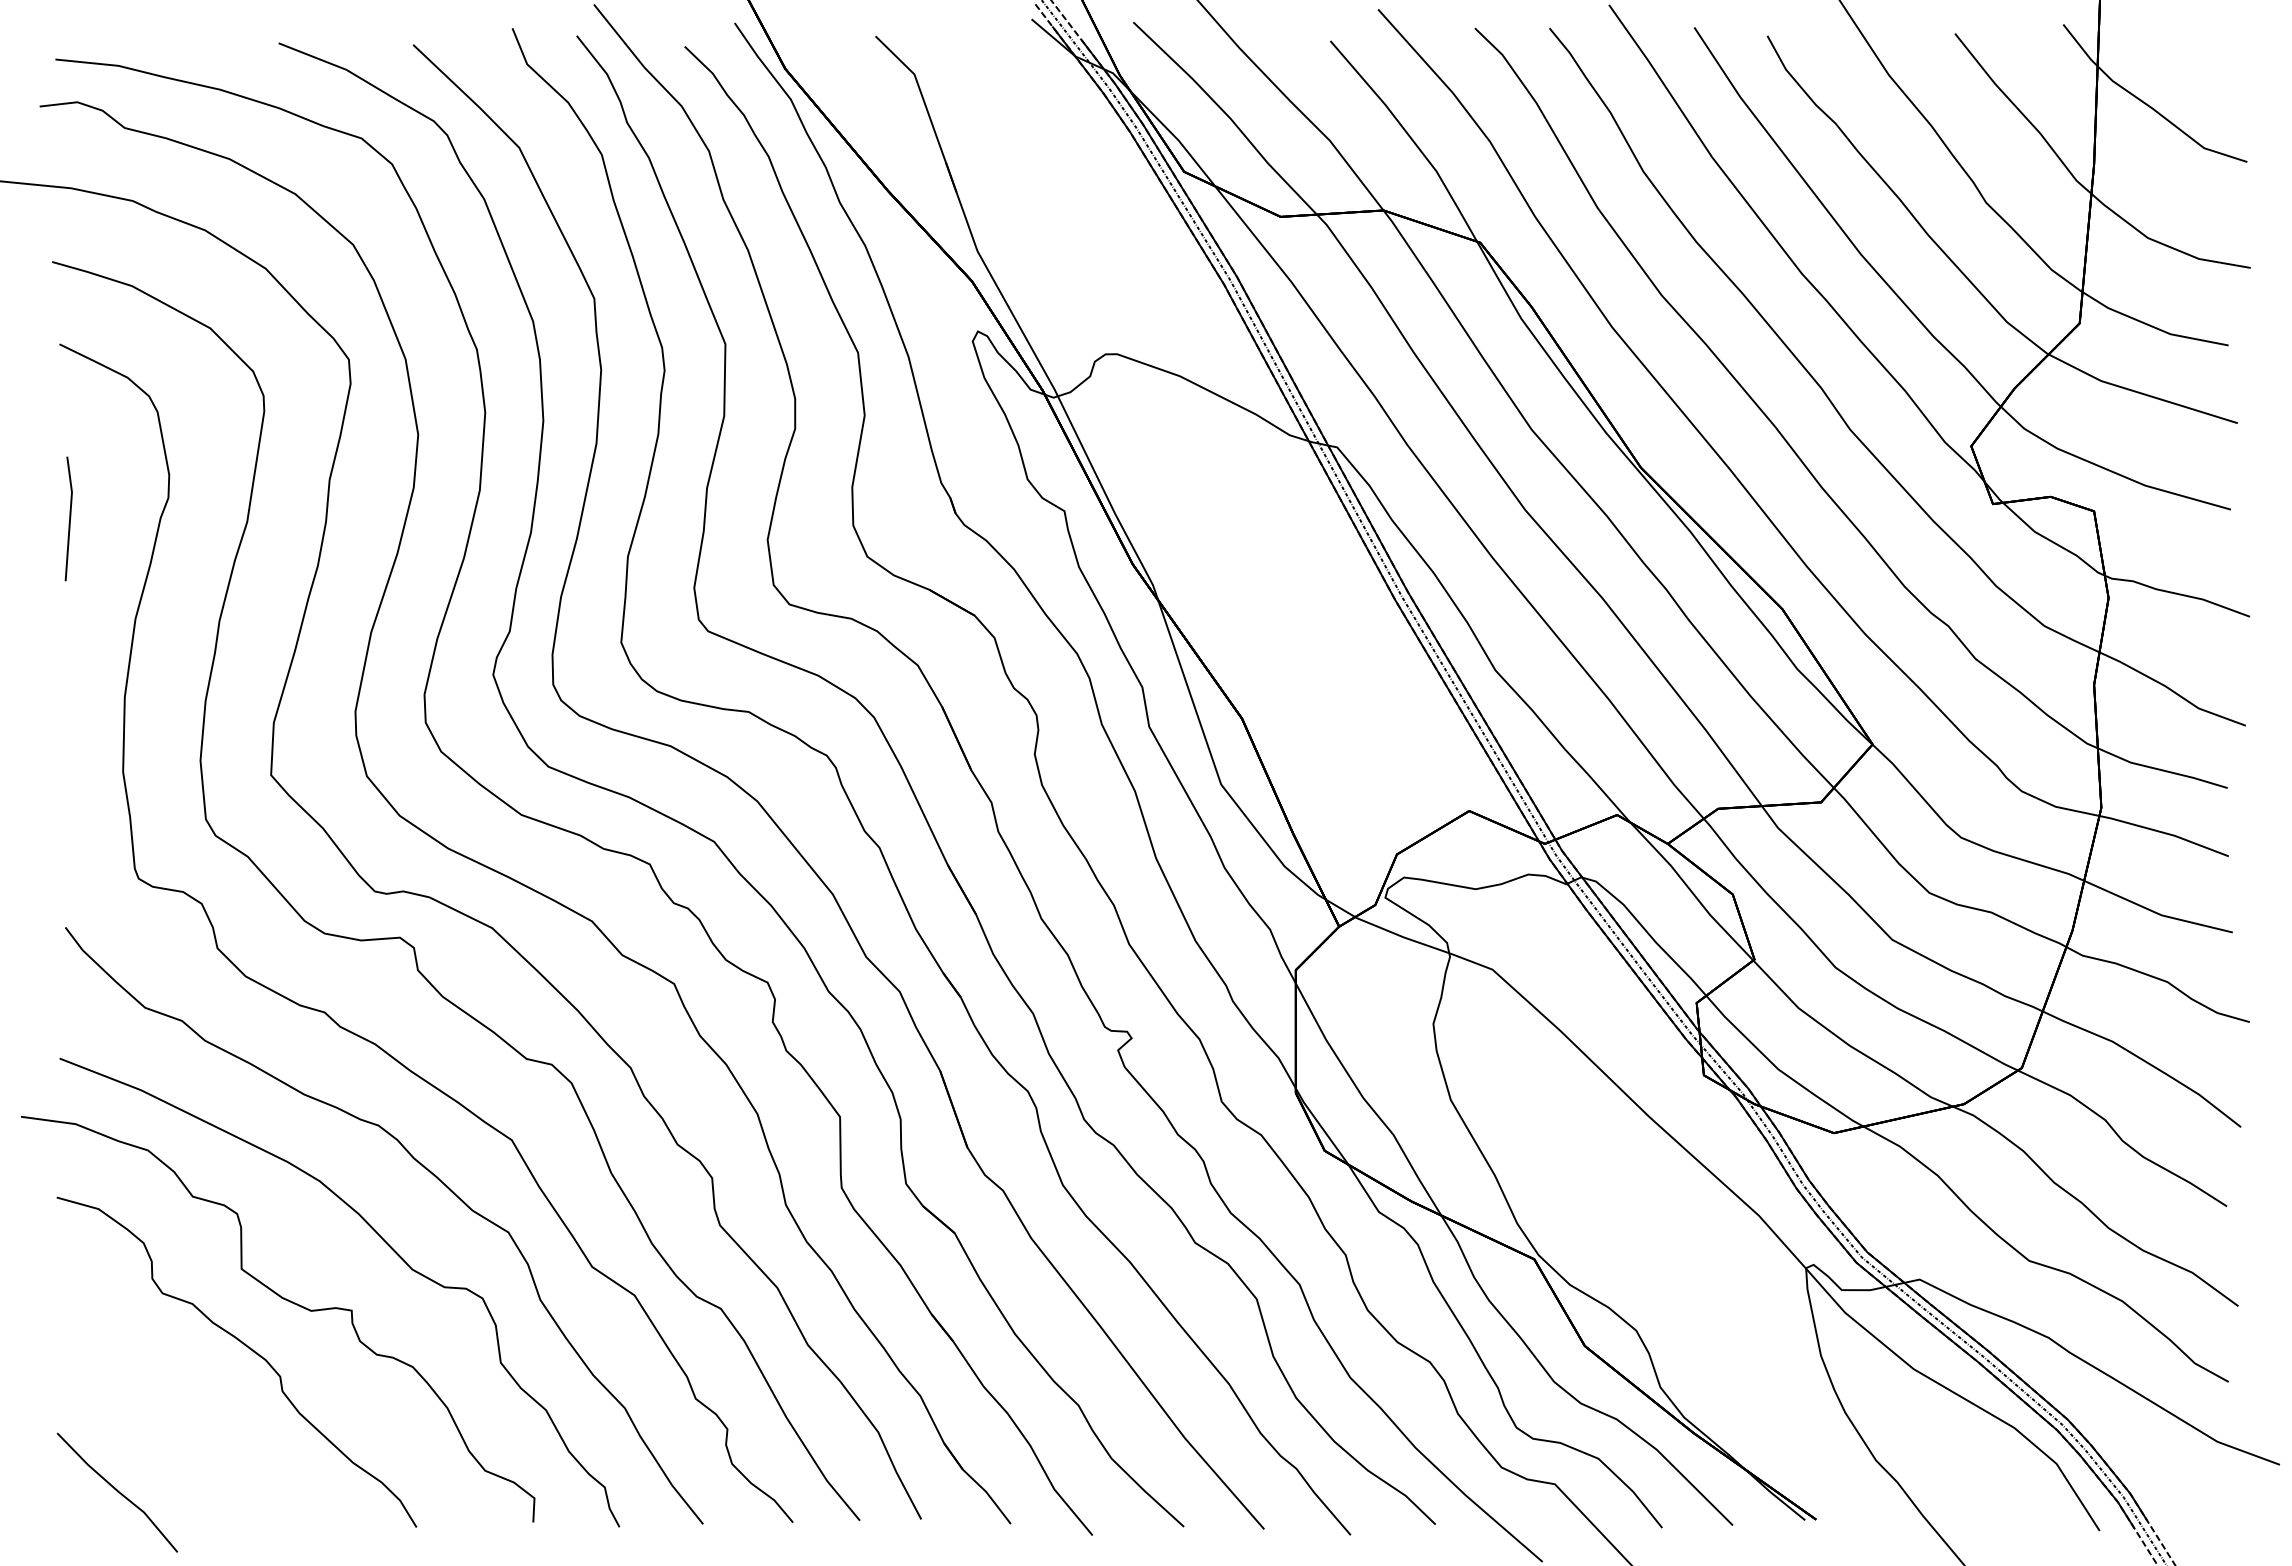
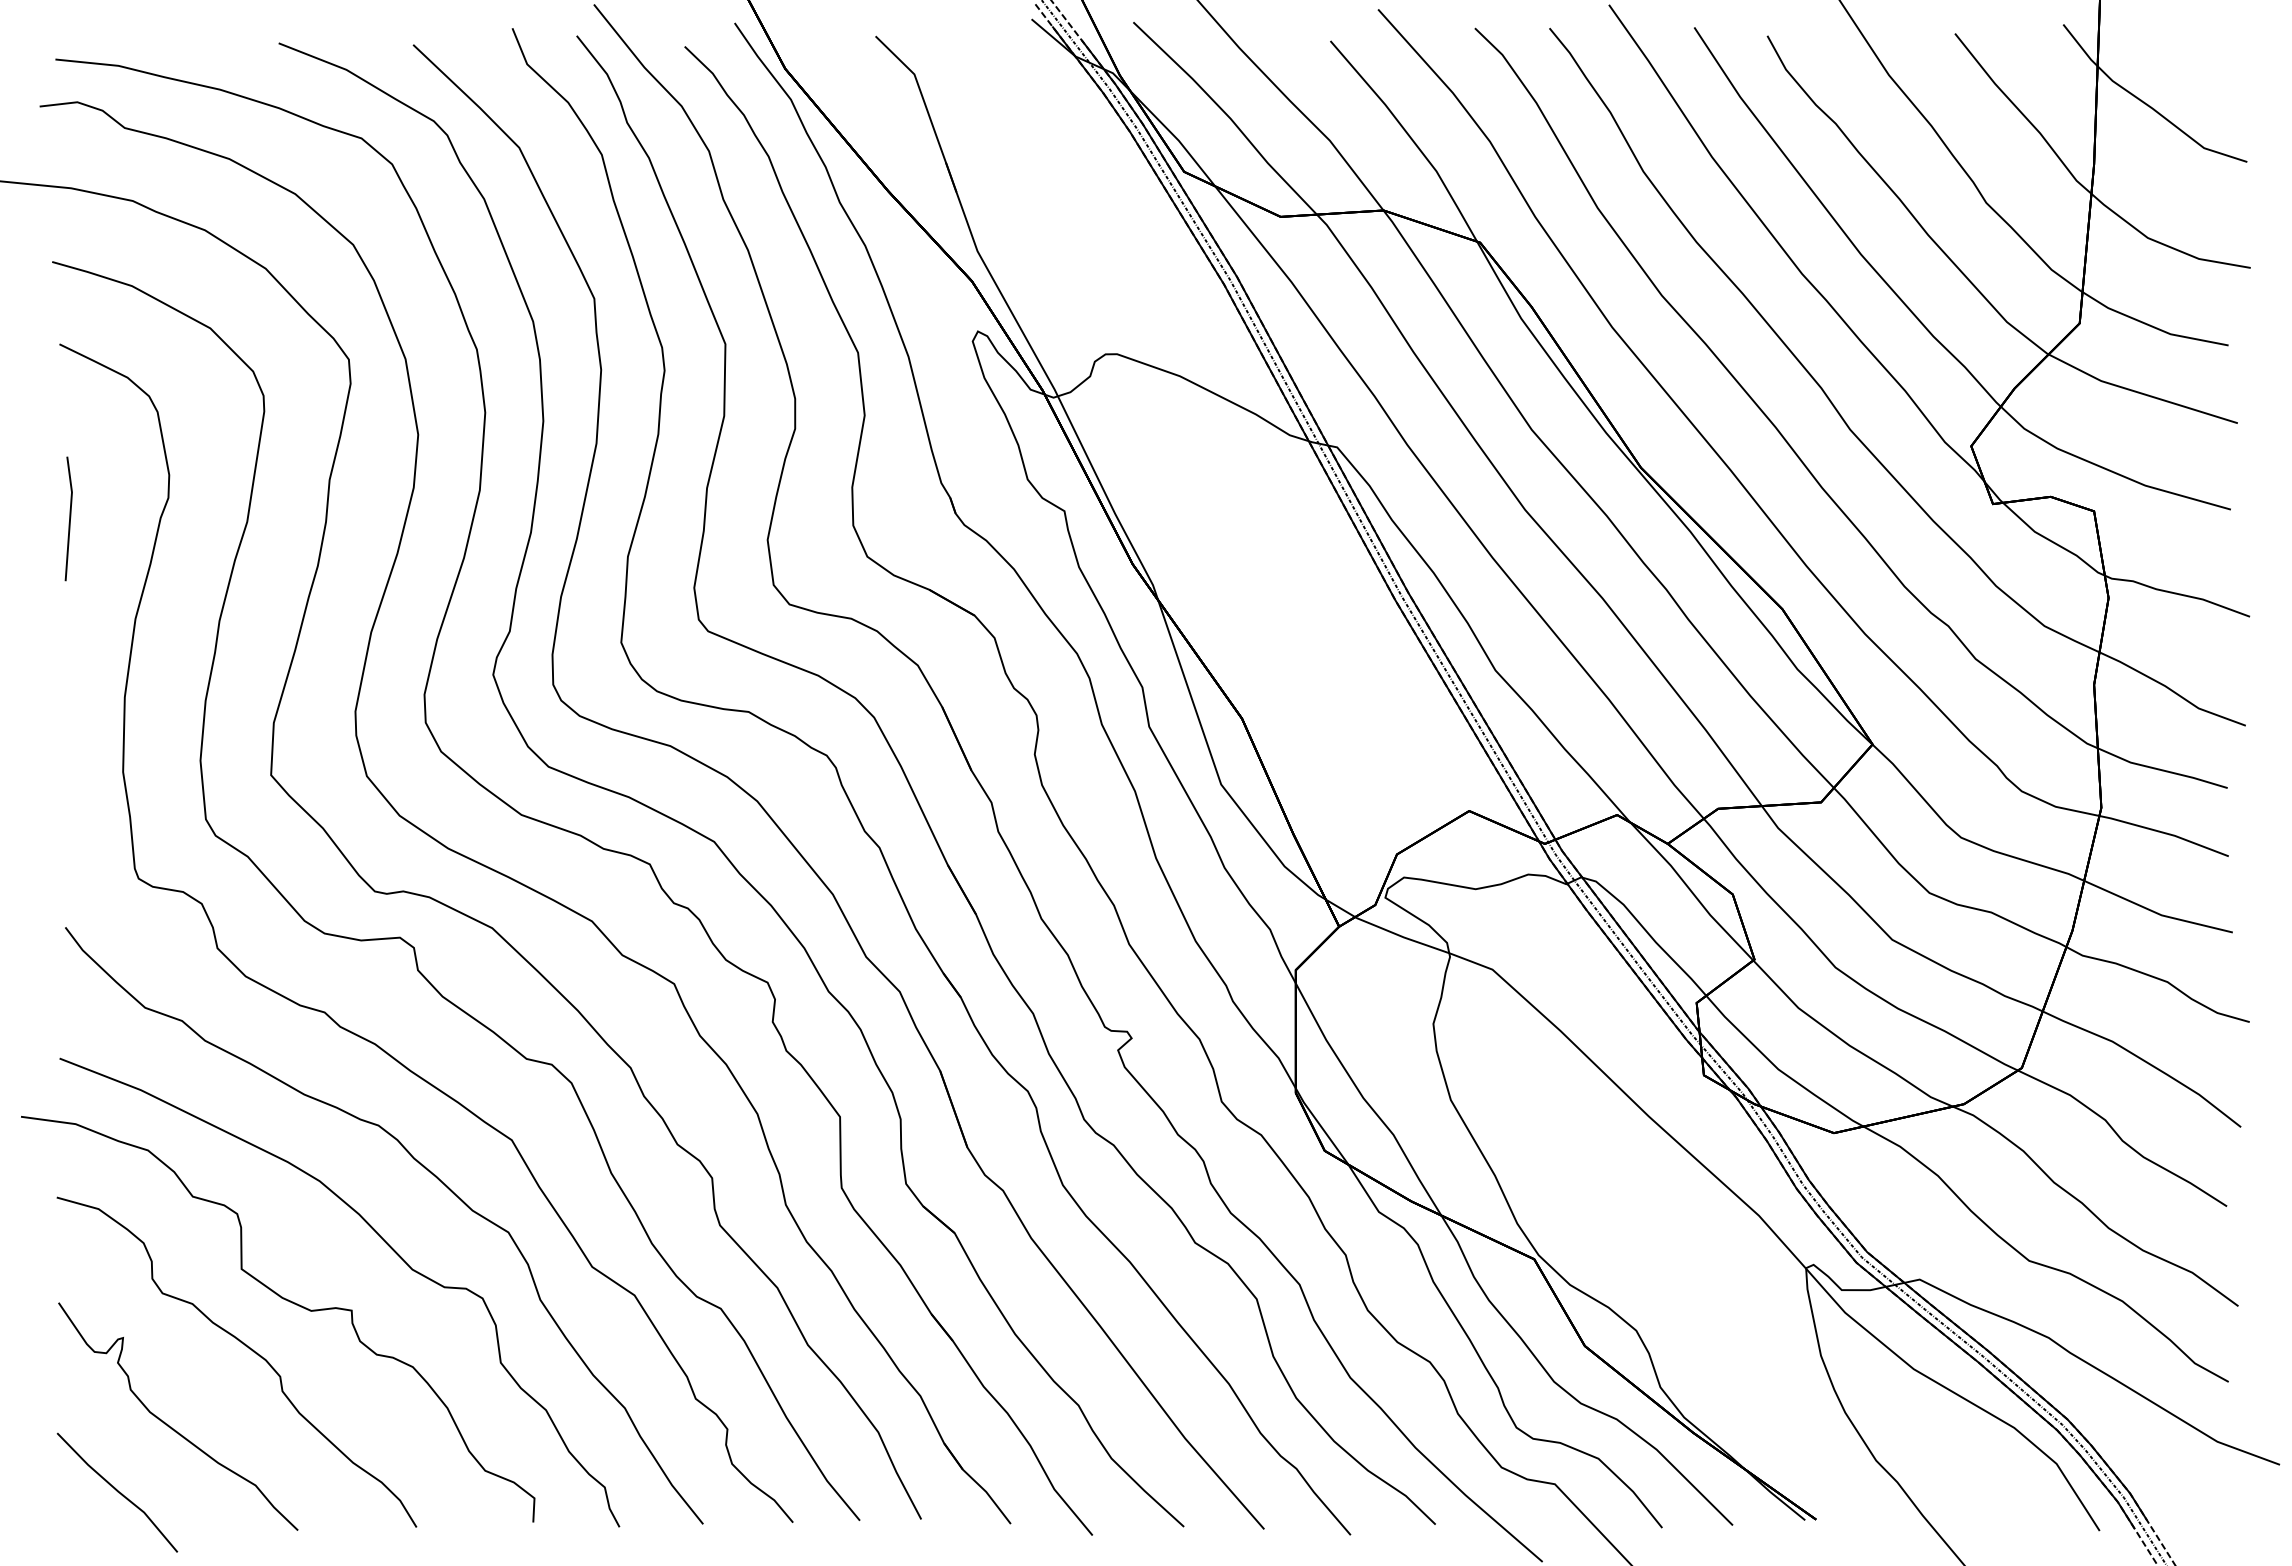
part at (172, 1427): none -> present
